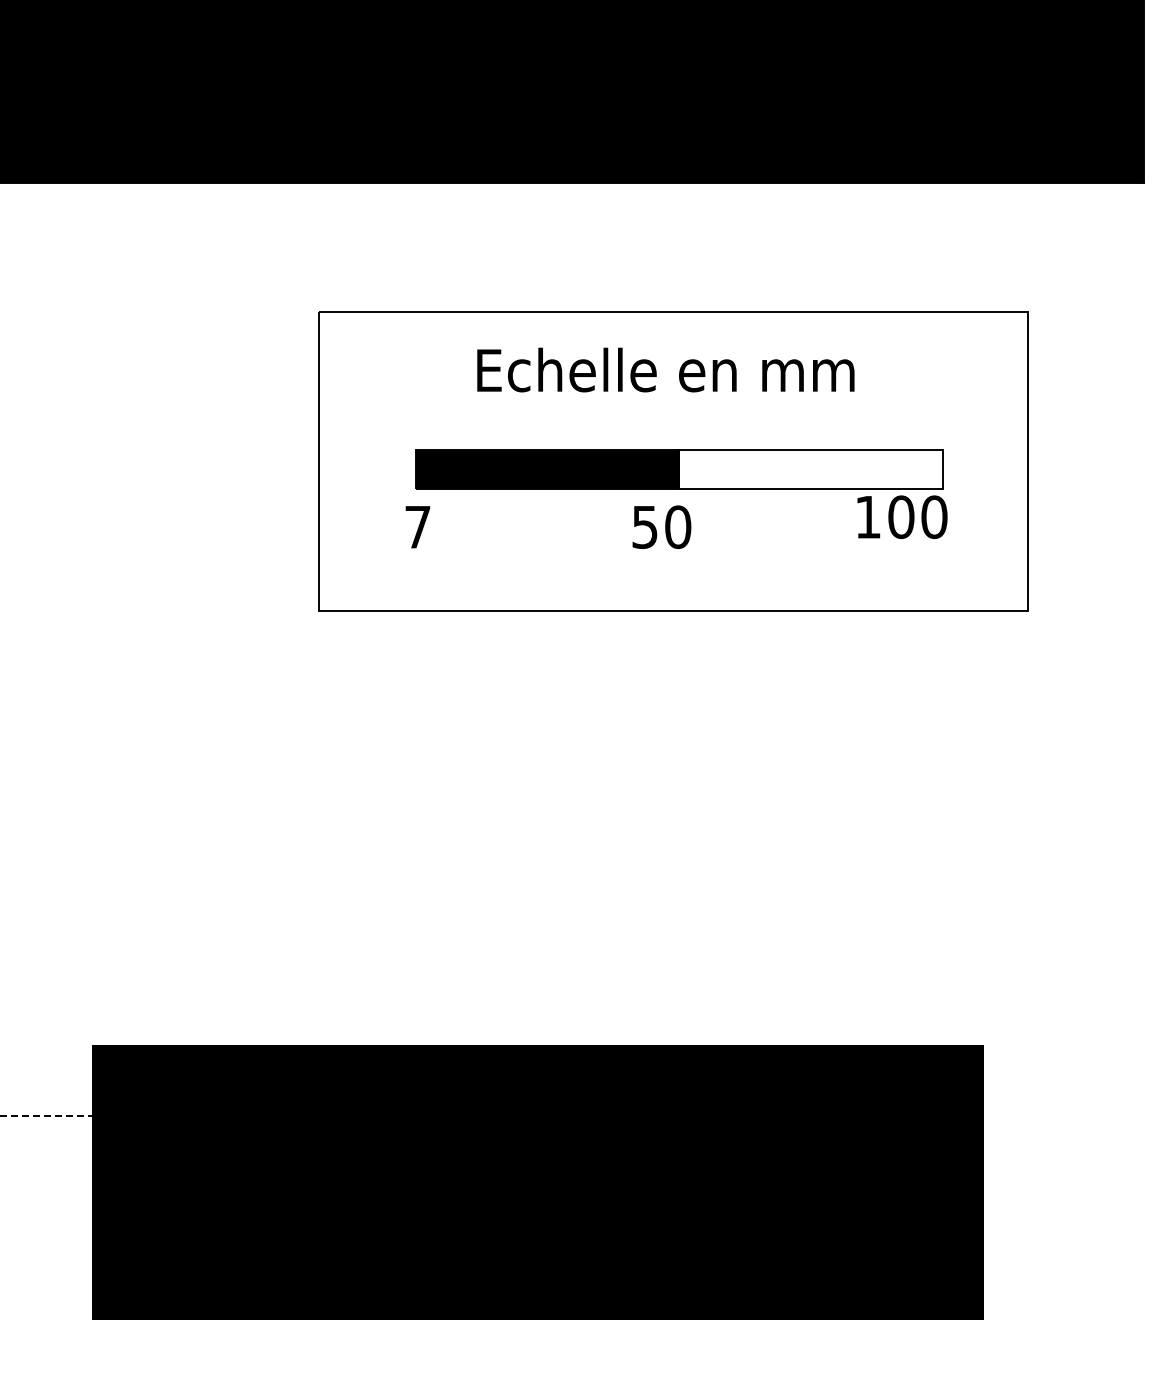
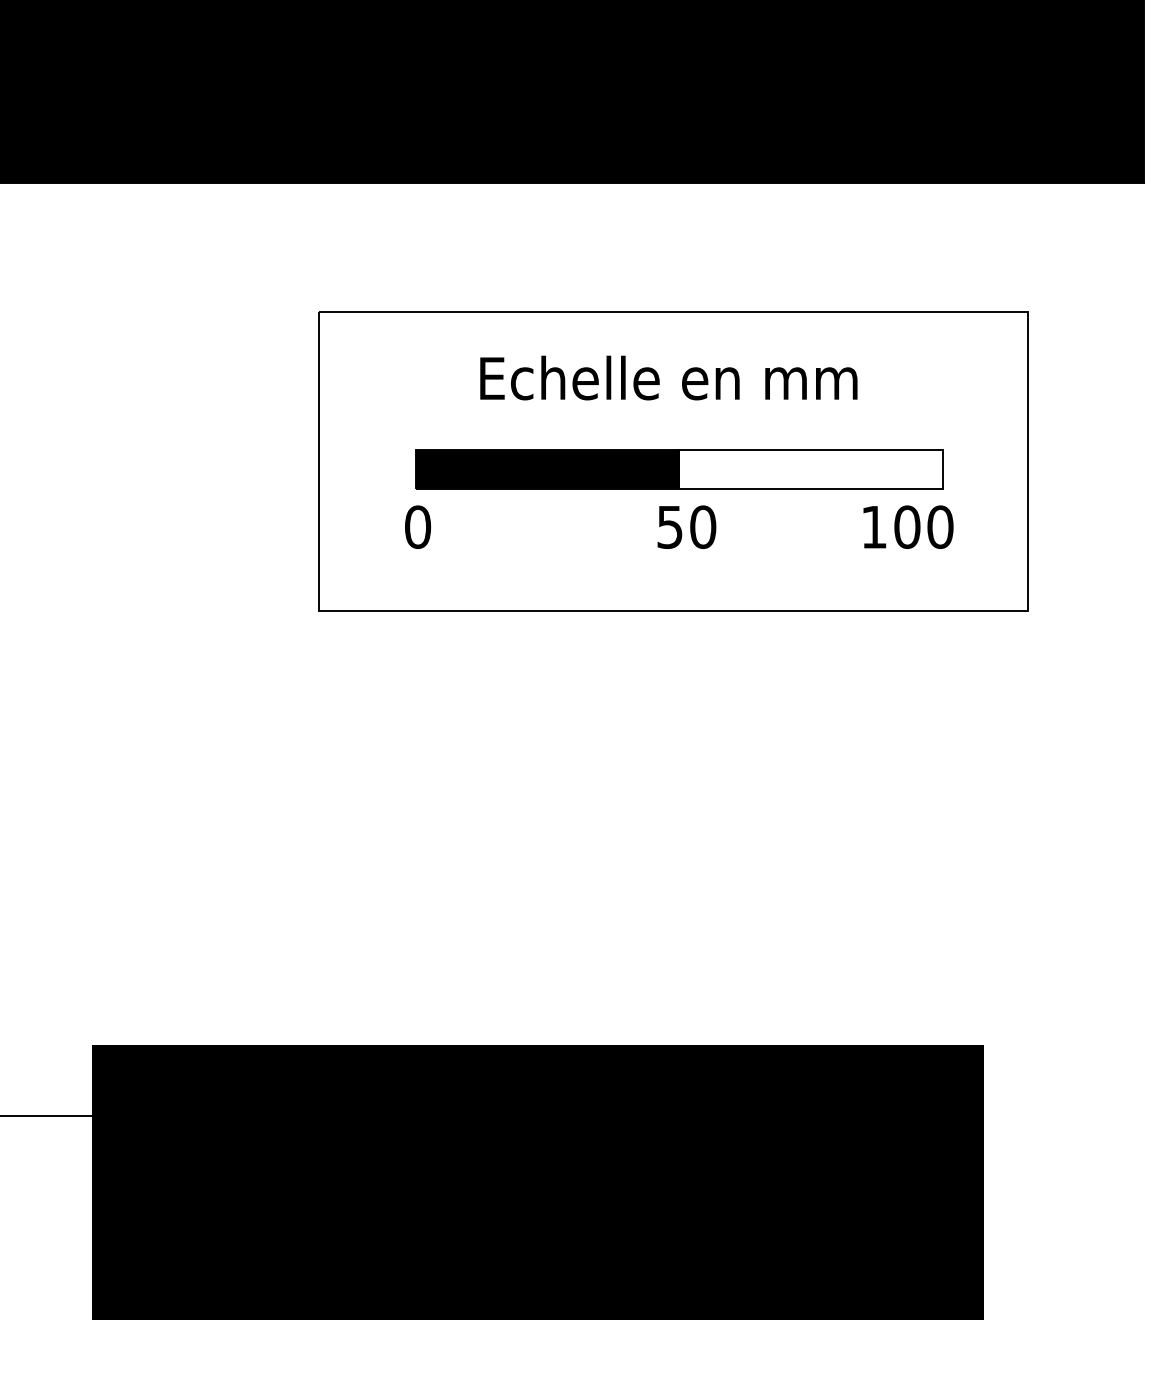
text at (665, 369) position: (665, 369) -> (668, 377)
text at (902, 516) position: (902, 516) -> (908, 526)
text at (418, 526): 7 -> 0
text at (661, 526) position: (661, 526) -> (686, 526)
line at (46, 1115): dashed -> solid
